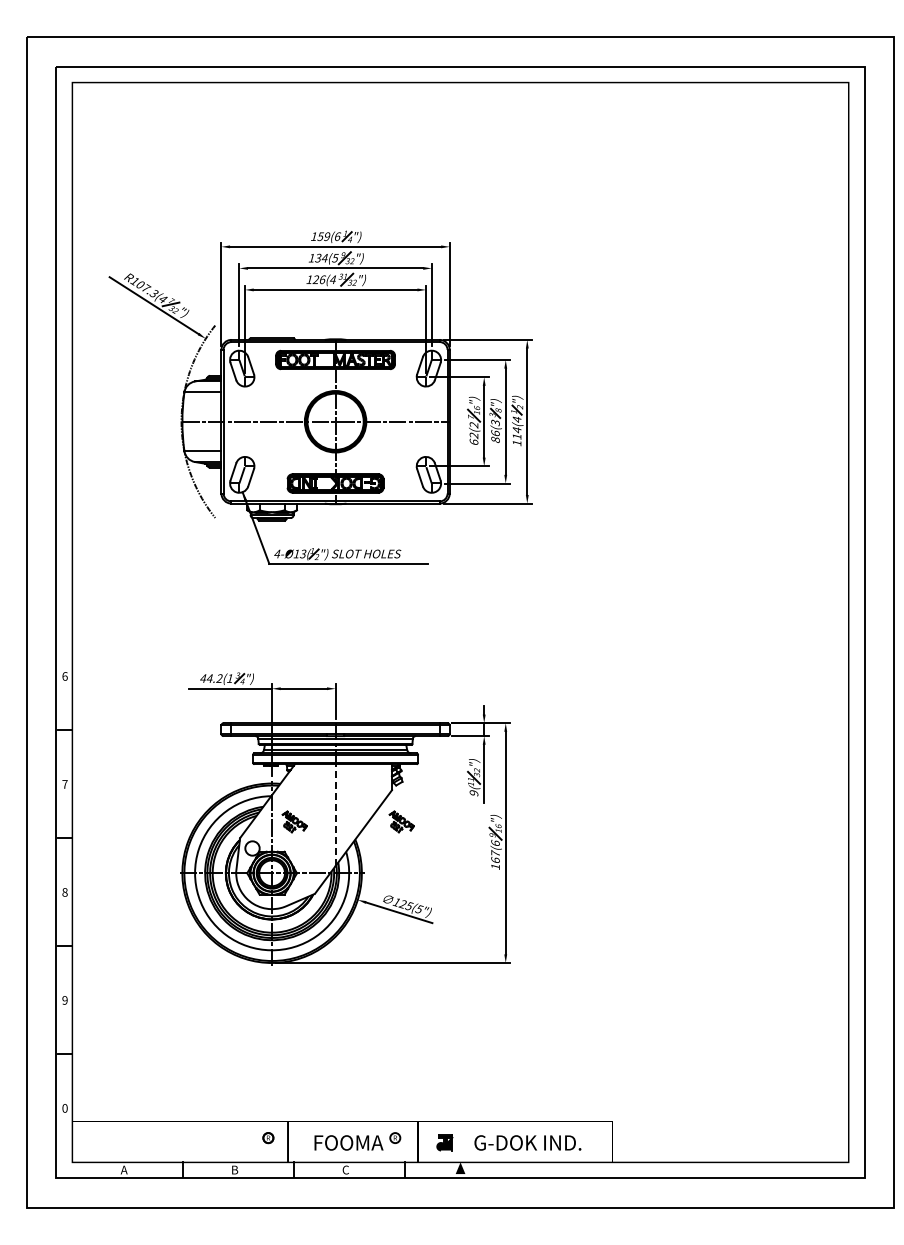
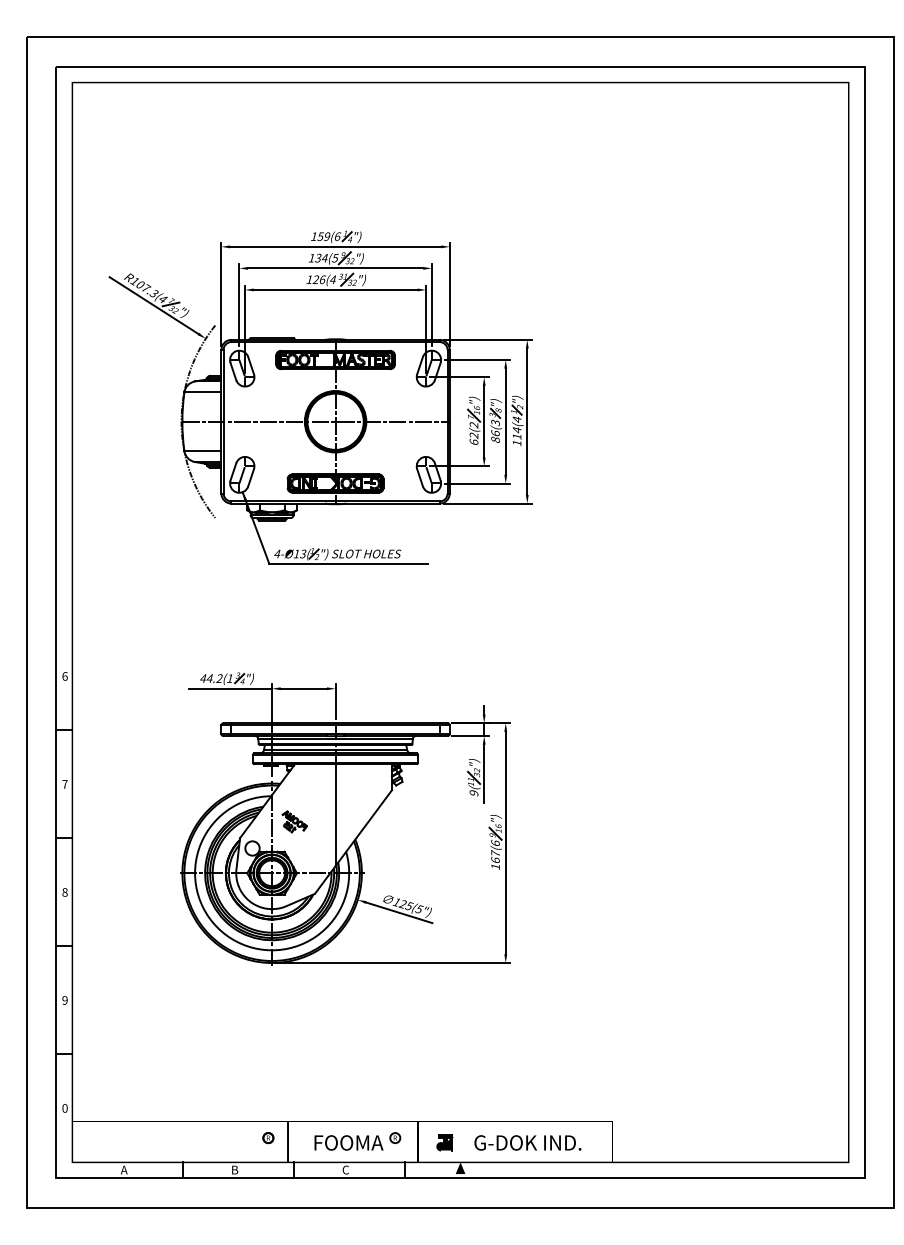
line at (335, 815): dashed -> solid
part at (401, 821): present -> none
